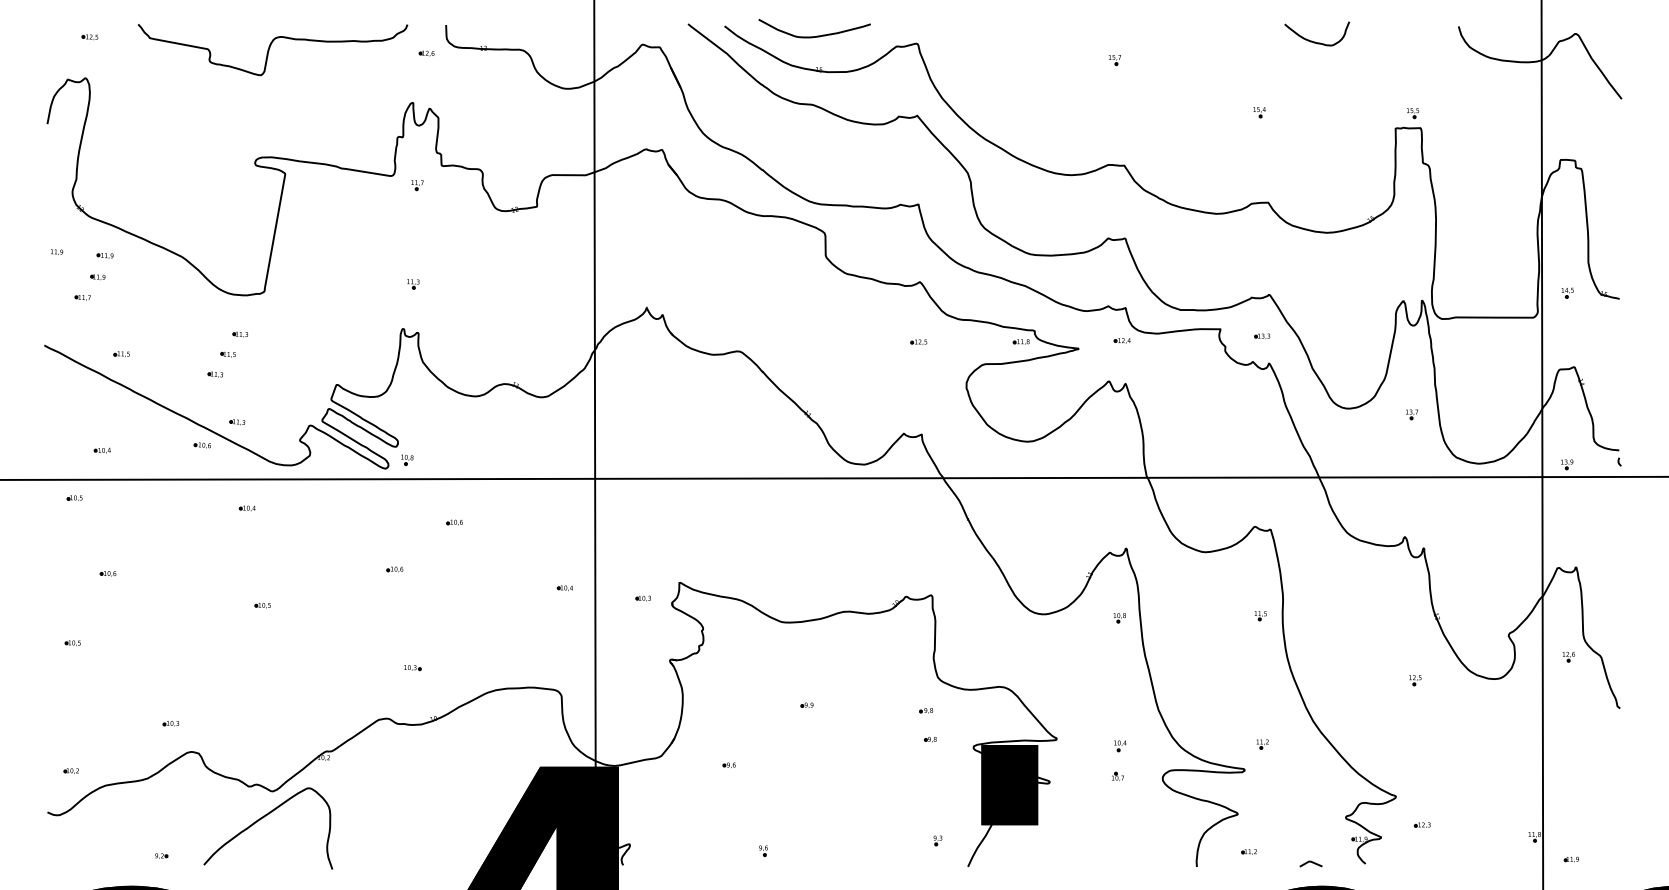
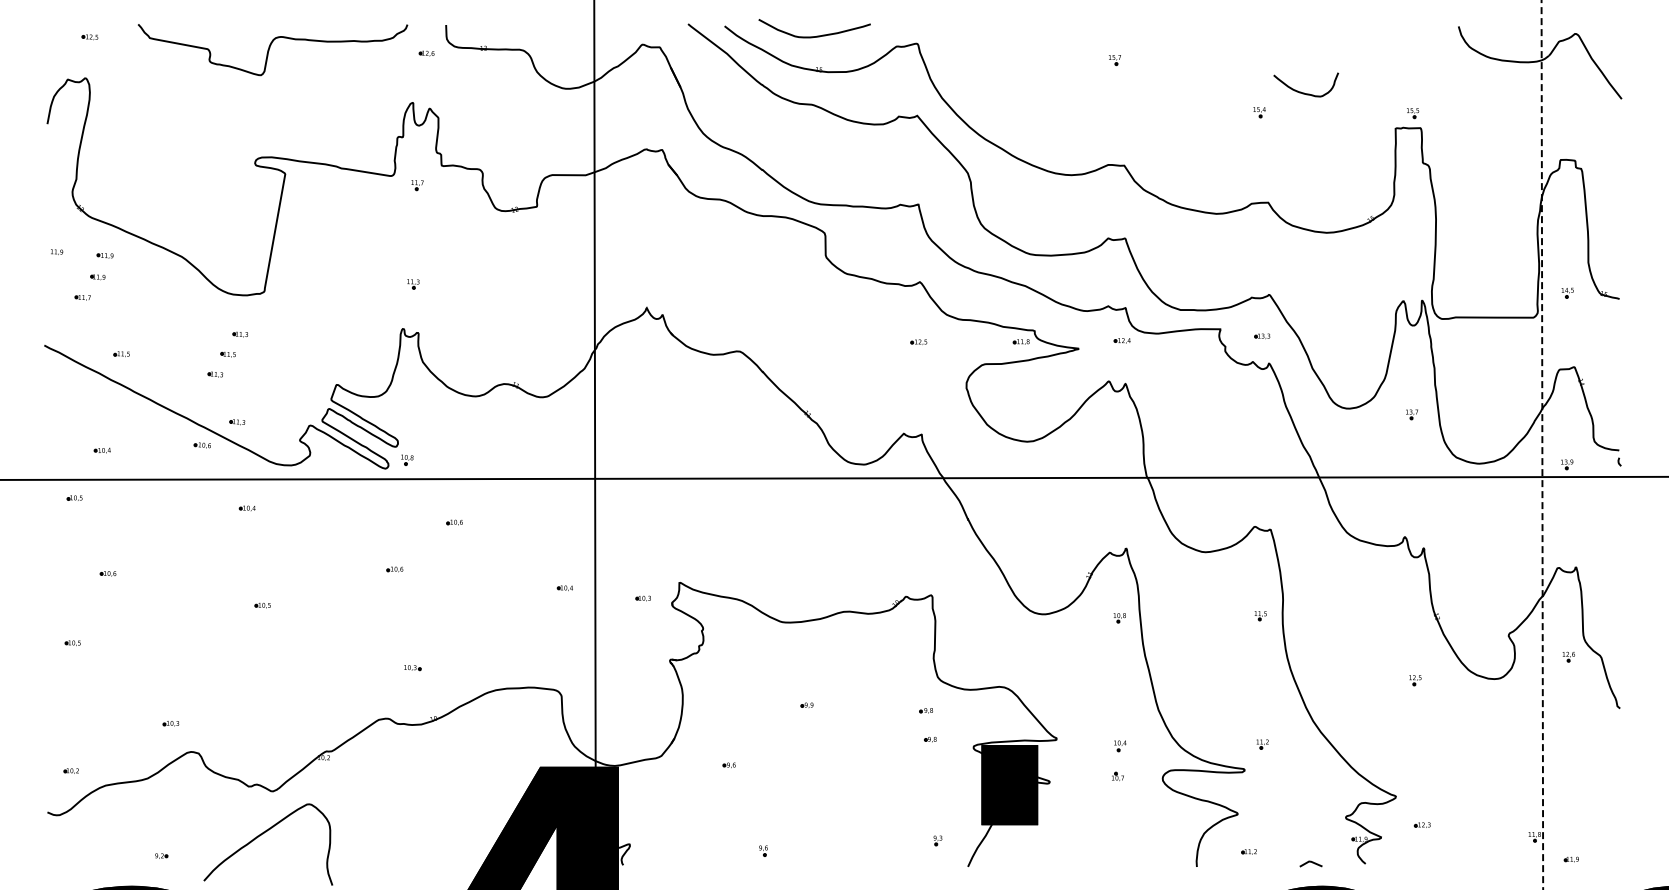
curve at (1315, 41) position: (1315, 41) -> (1304, 92)
line at (1542, 444): solid -> dashed
curve at (263, 818) position: (263, 818) -> (263, 834)
